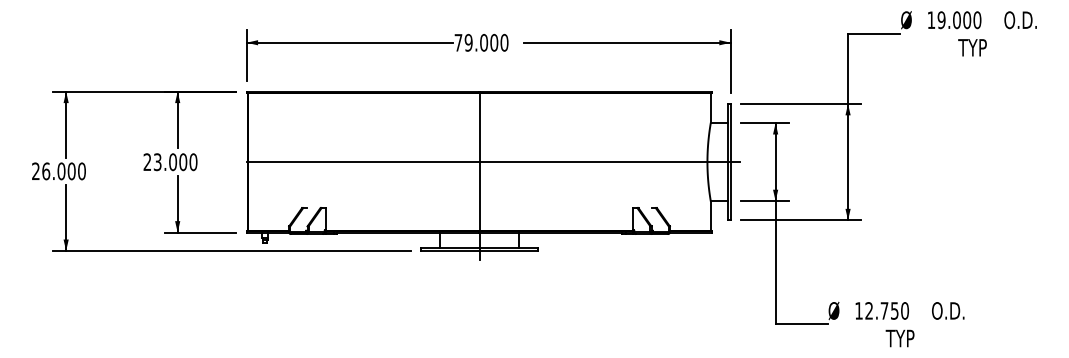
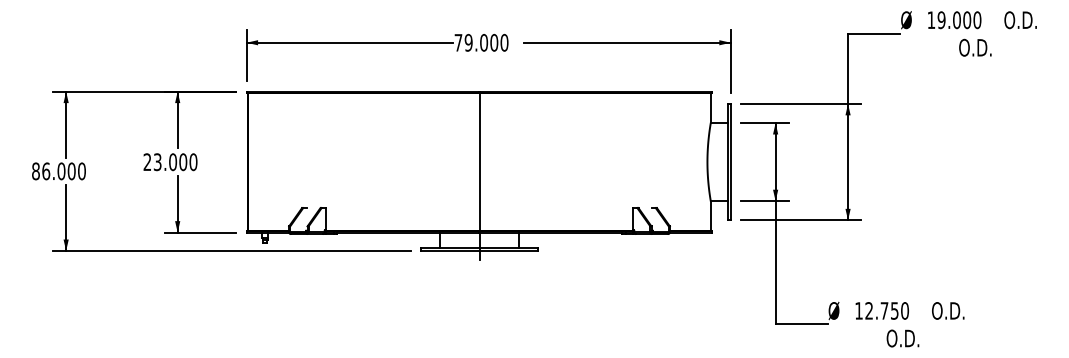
text at (974, 47): TYP -> O.D.
line at (492, 162): present -> none
text at (35, 171): 26.000 -> 86.000
text at (902, 338): TYP -> O.D.
